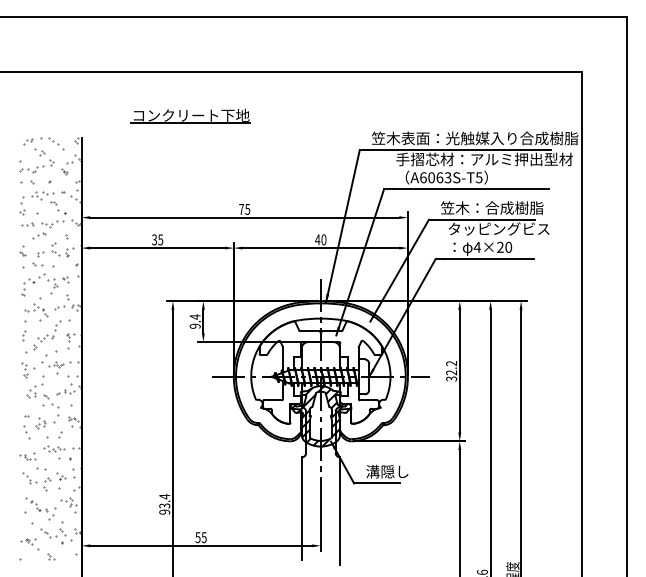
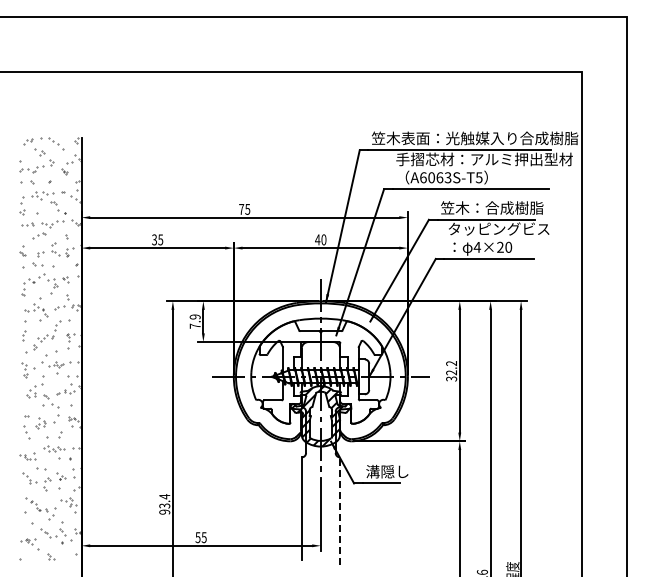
part at (190, 115): present -> none
text at (194, 321): 9.4 -> 7.9
line at (340, 511): solid -> dashed
